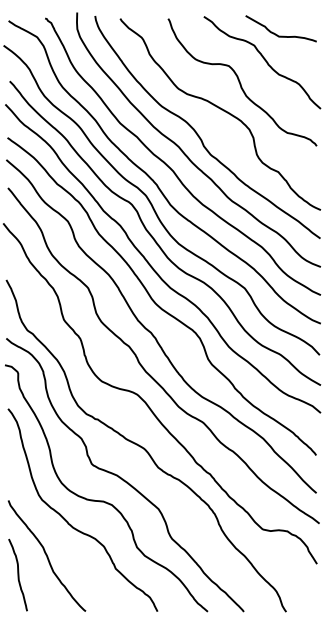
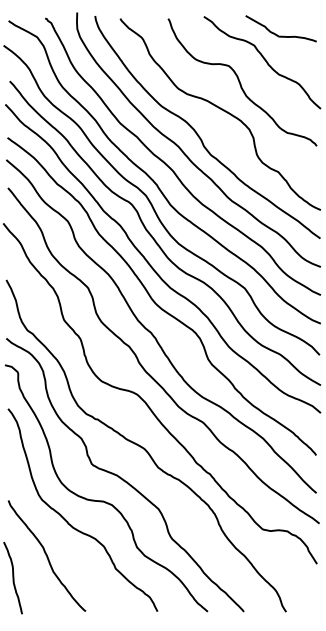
curve at (17, 574) position: (17, 574) -> (12, 577)
